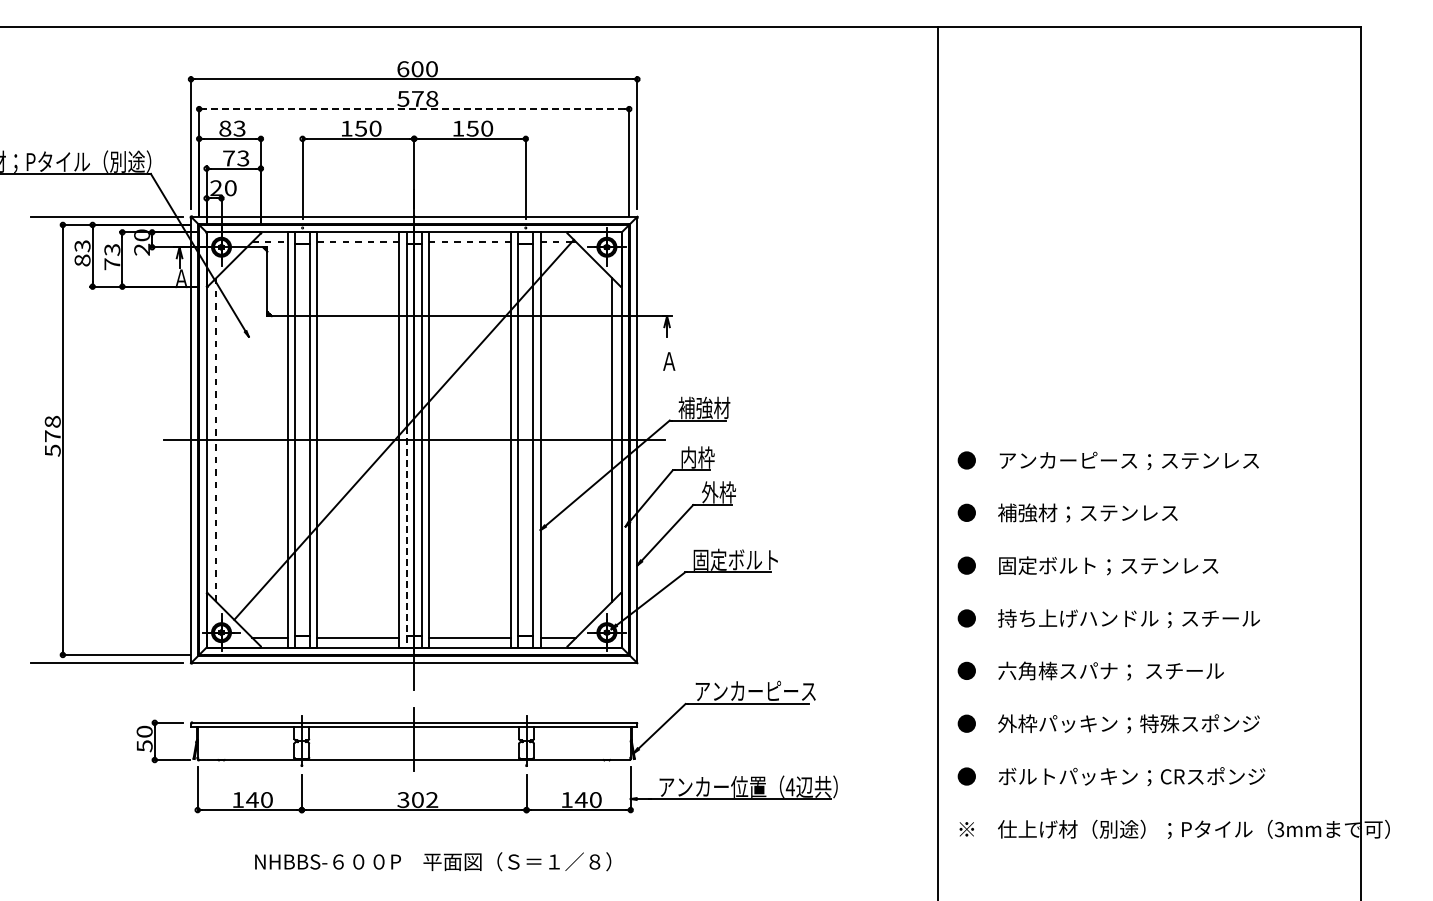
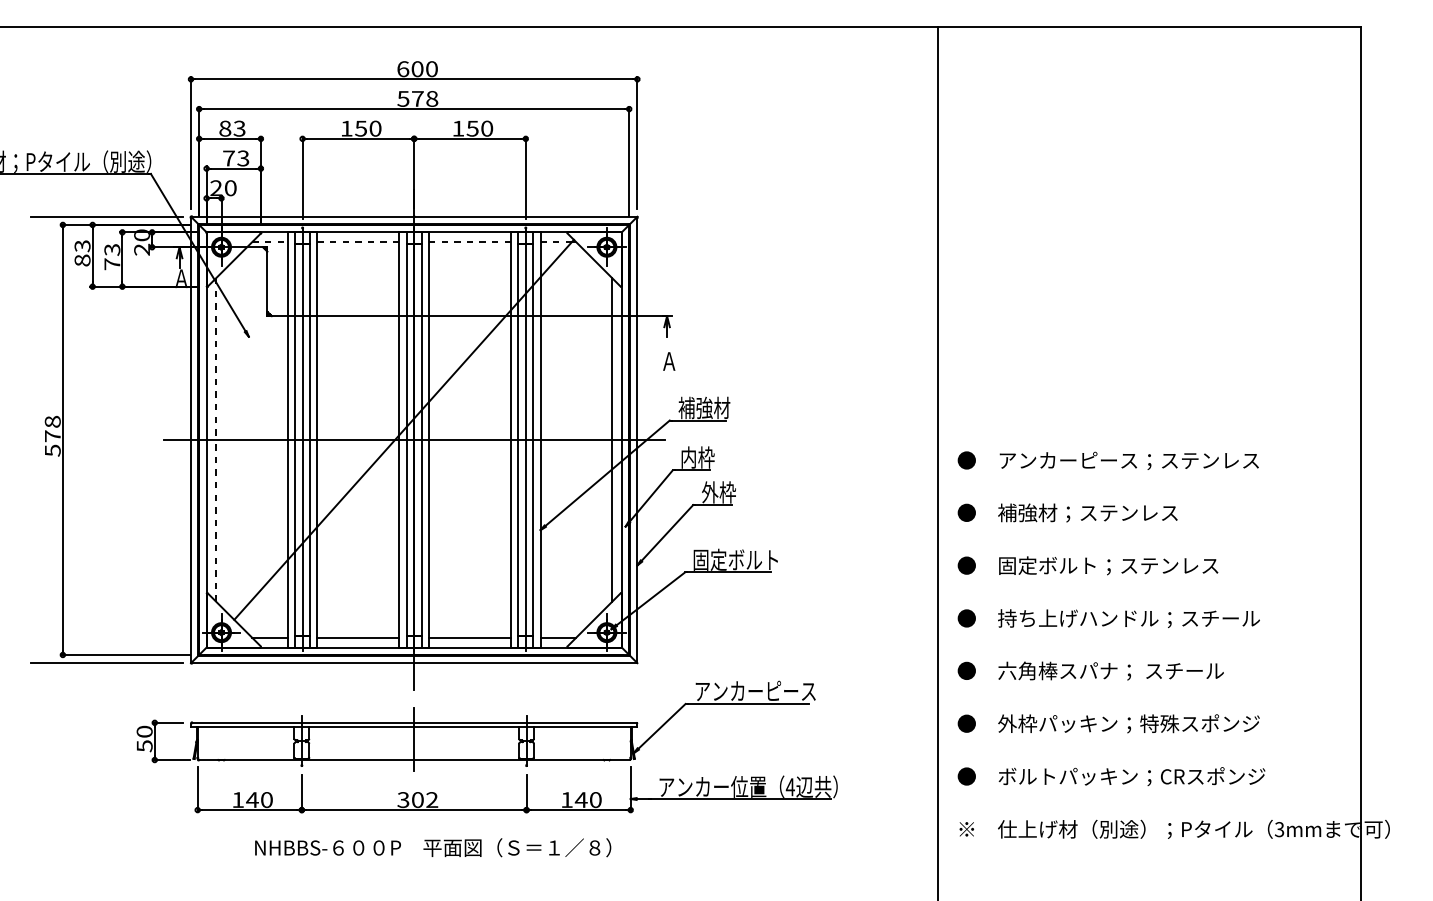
line at (414, 109): dashed -> solid
line at (302, 439): none -> present
line at (525, 439): none -> present
line at (406, 537): dashed -> solid
text at (433, 861) position: (433, 861) -> (433, 847)
